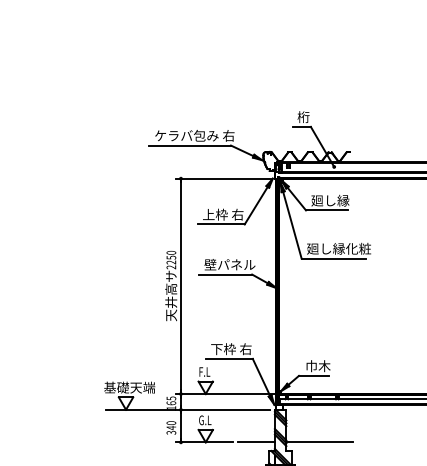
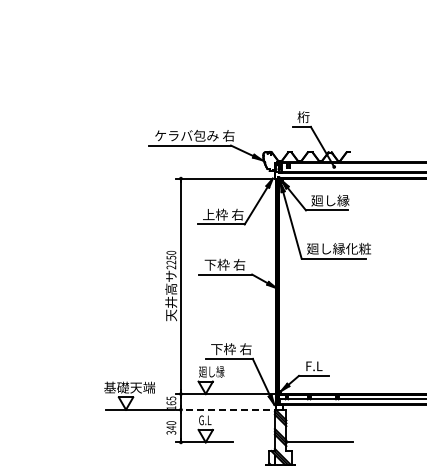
text at (229, 264): 壁パネル -> 下枠 右
text at (318, 366): 巾木 -> F.L
text at (211, 371): F.L -> 廻し縁
line at (223, 409): solid -> dashed
line at (256, 442): present -> none
